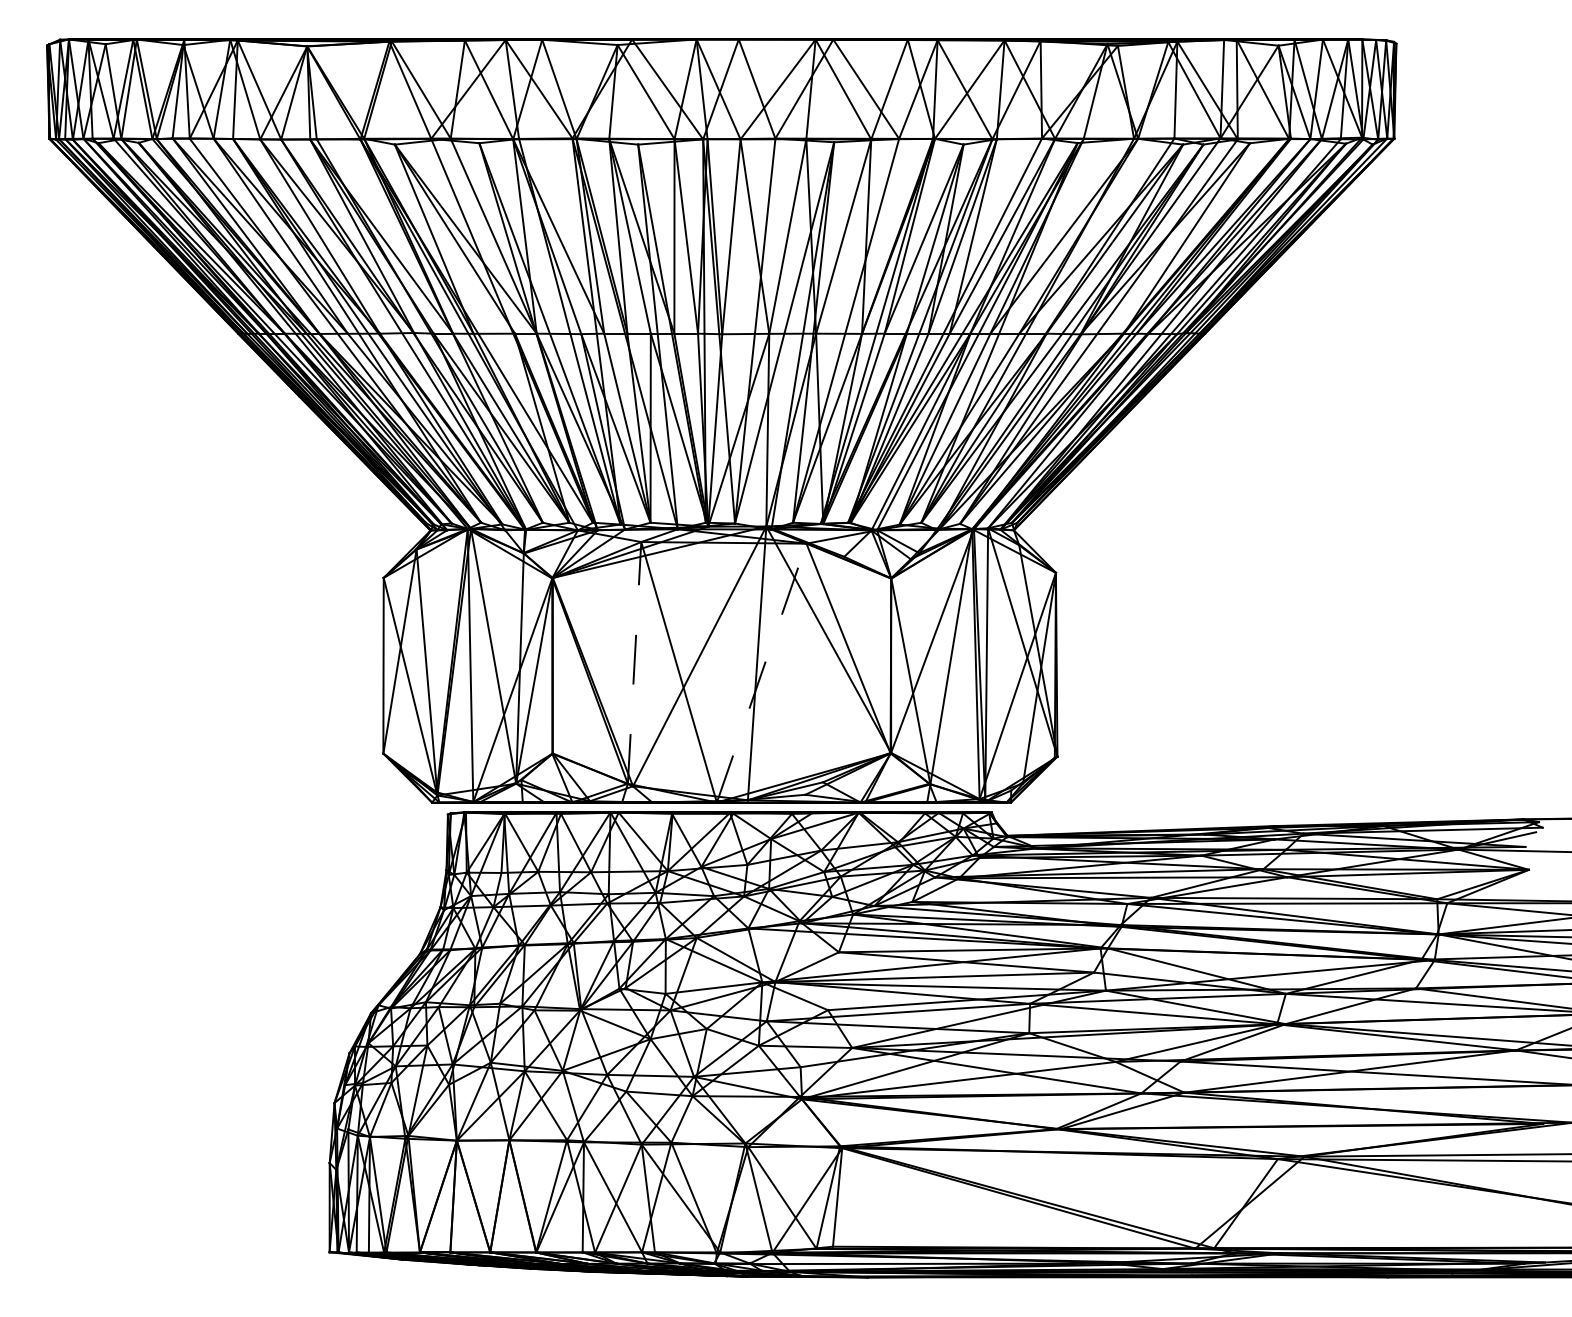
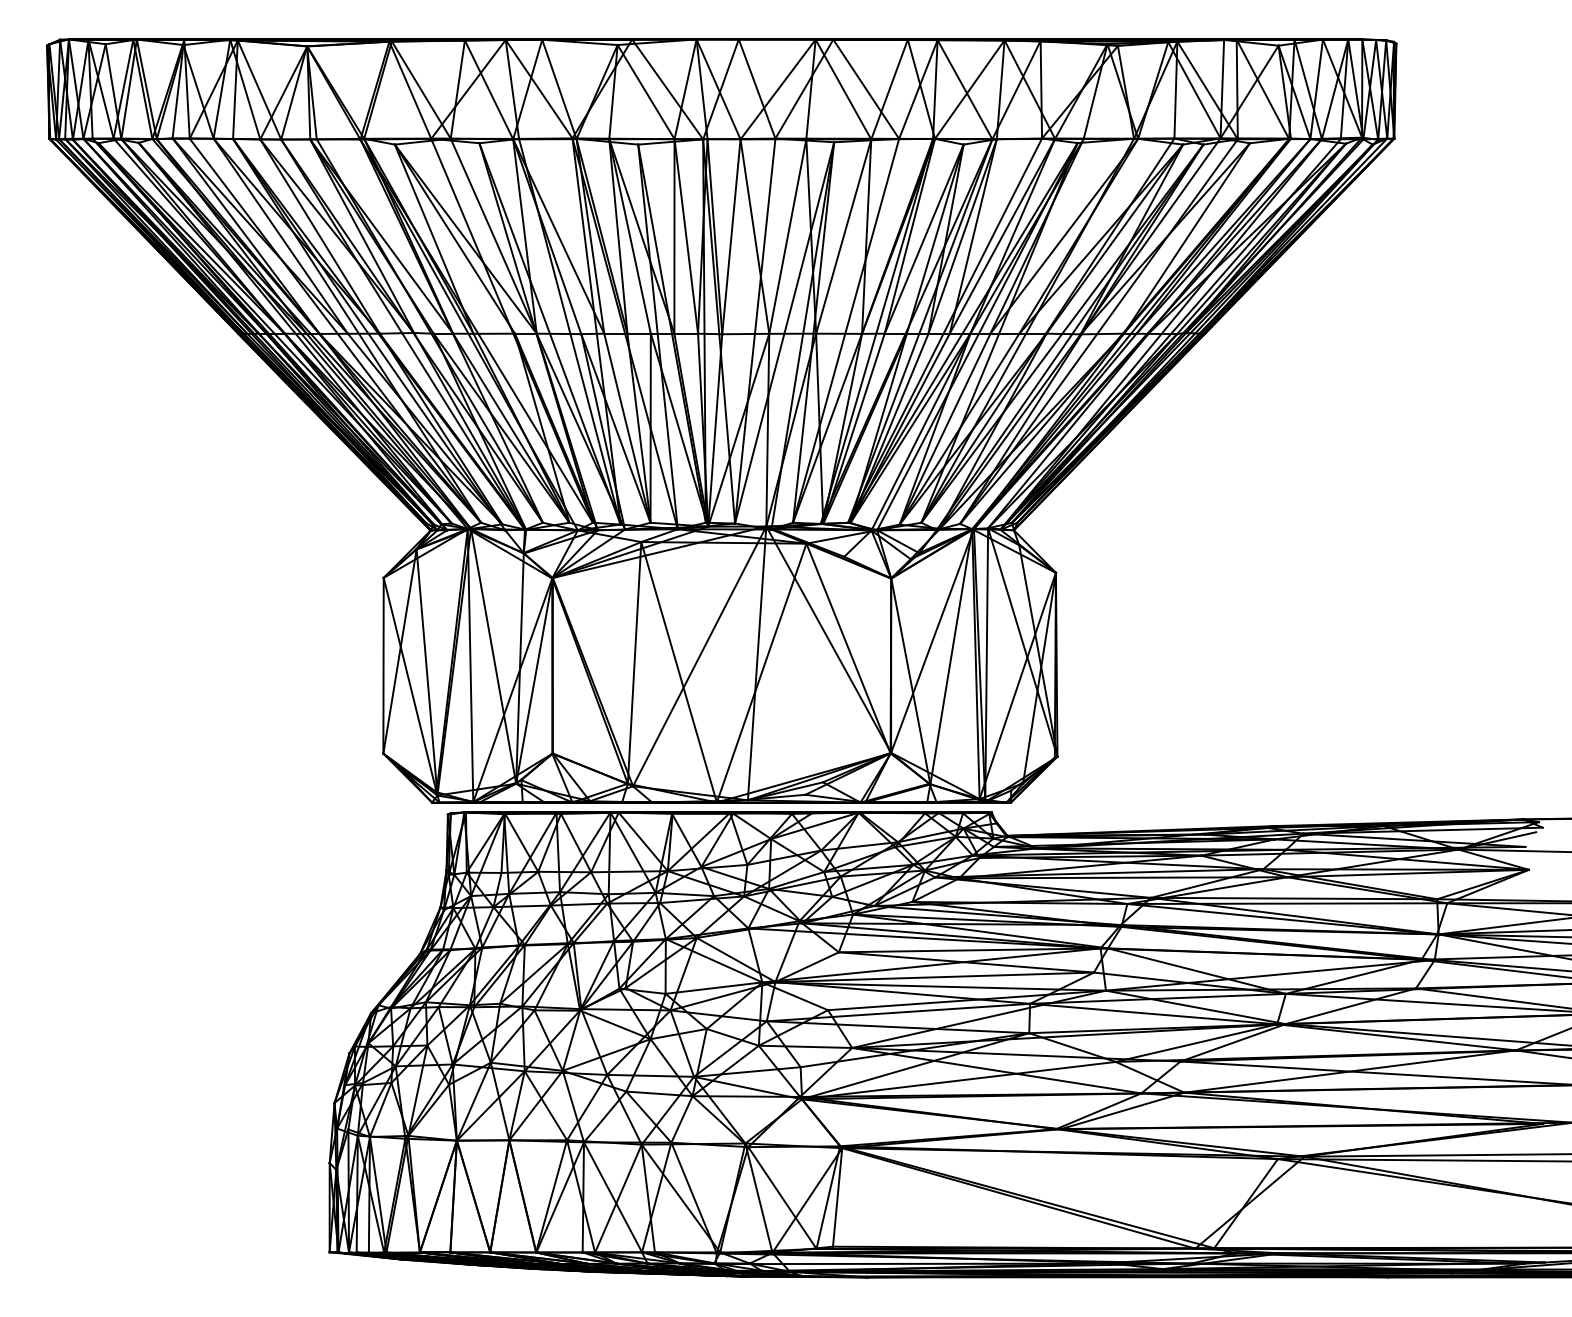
line at (634, 662): dashed -> solid
line at (761, 673): dashed -> solid
